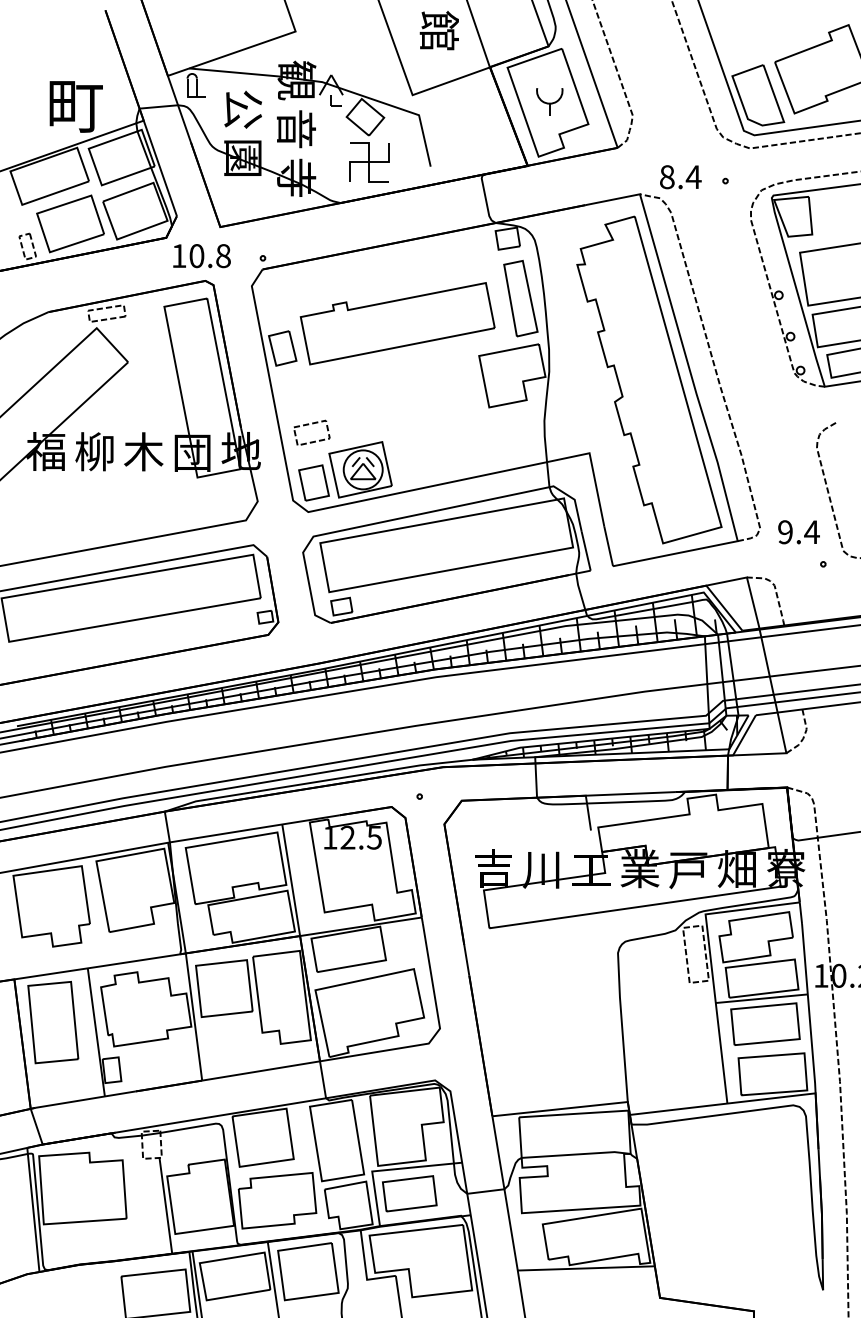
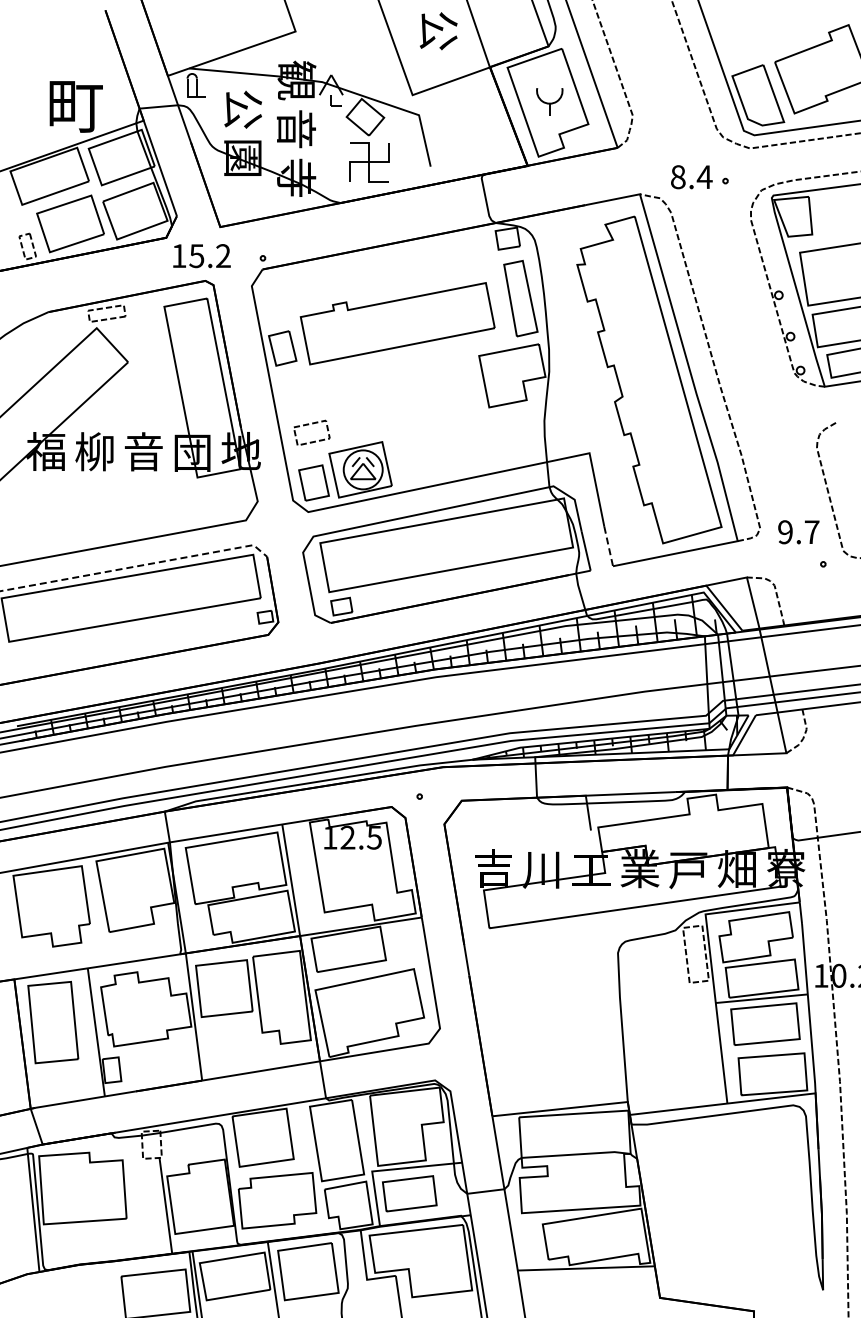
text at (438, 30): 館 -> 公
text at (680, 177) position: (680, 177) -> (691, 177)
text at (209, 256): 10.8 -> 15.2
text at (143, 453): 木 -> 音
text at (811, 531): 9.4 -> 9.7
line at (608, 547): solid -> dashed
line at (136, 566): solid -> dashed
